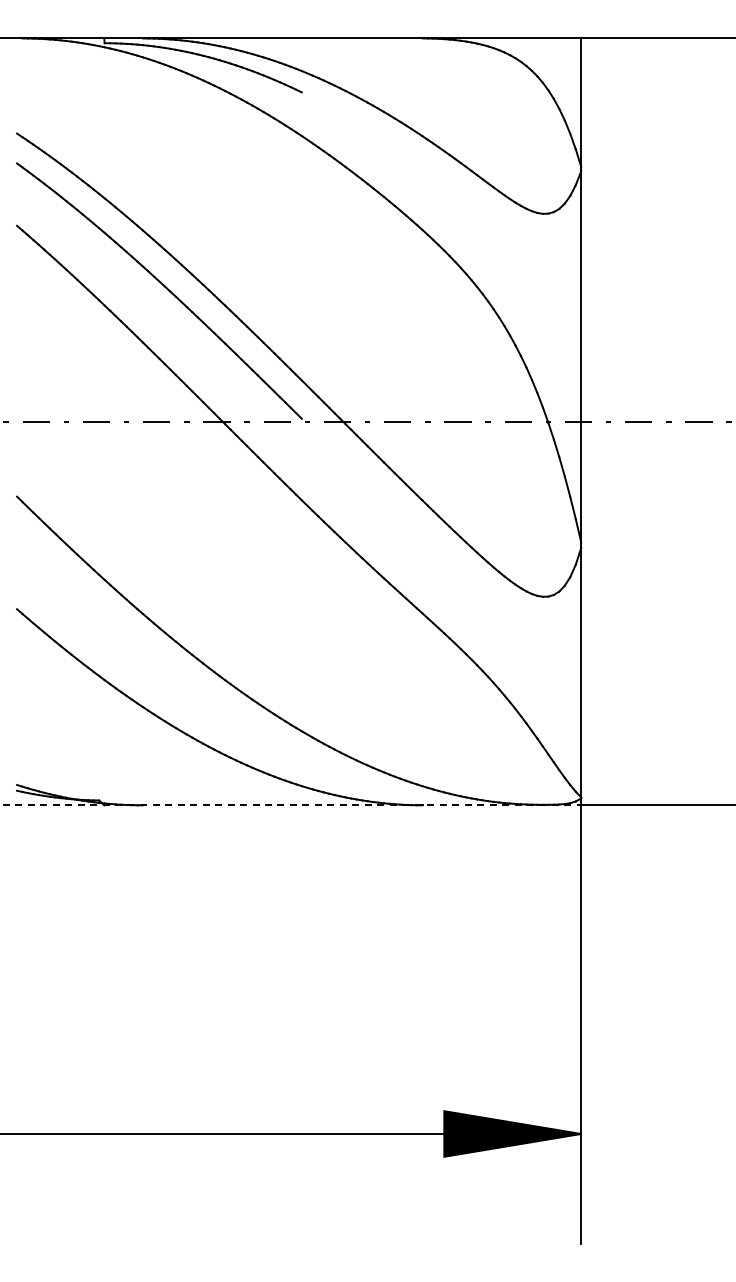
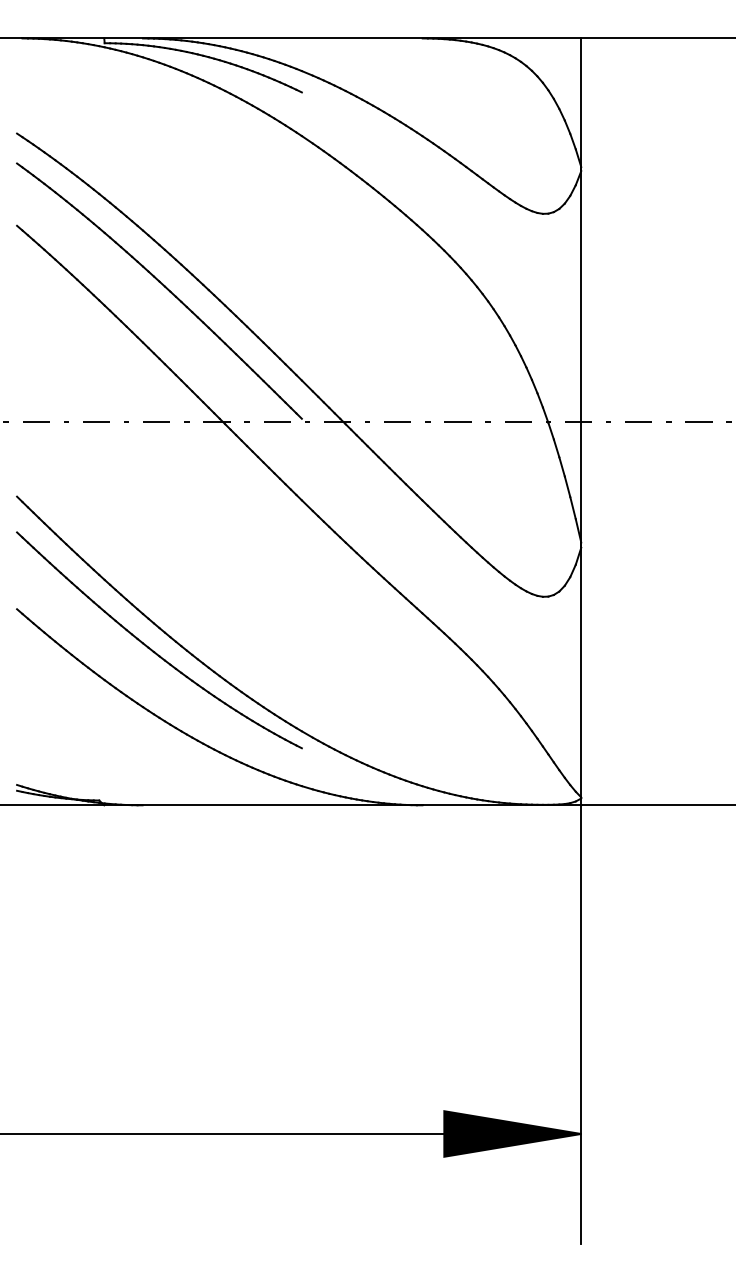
part at (151, 648): none -> present
line at (291, 805): dashed -> solid
